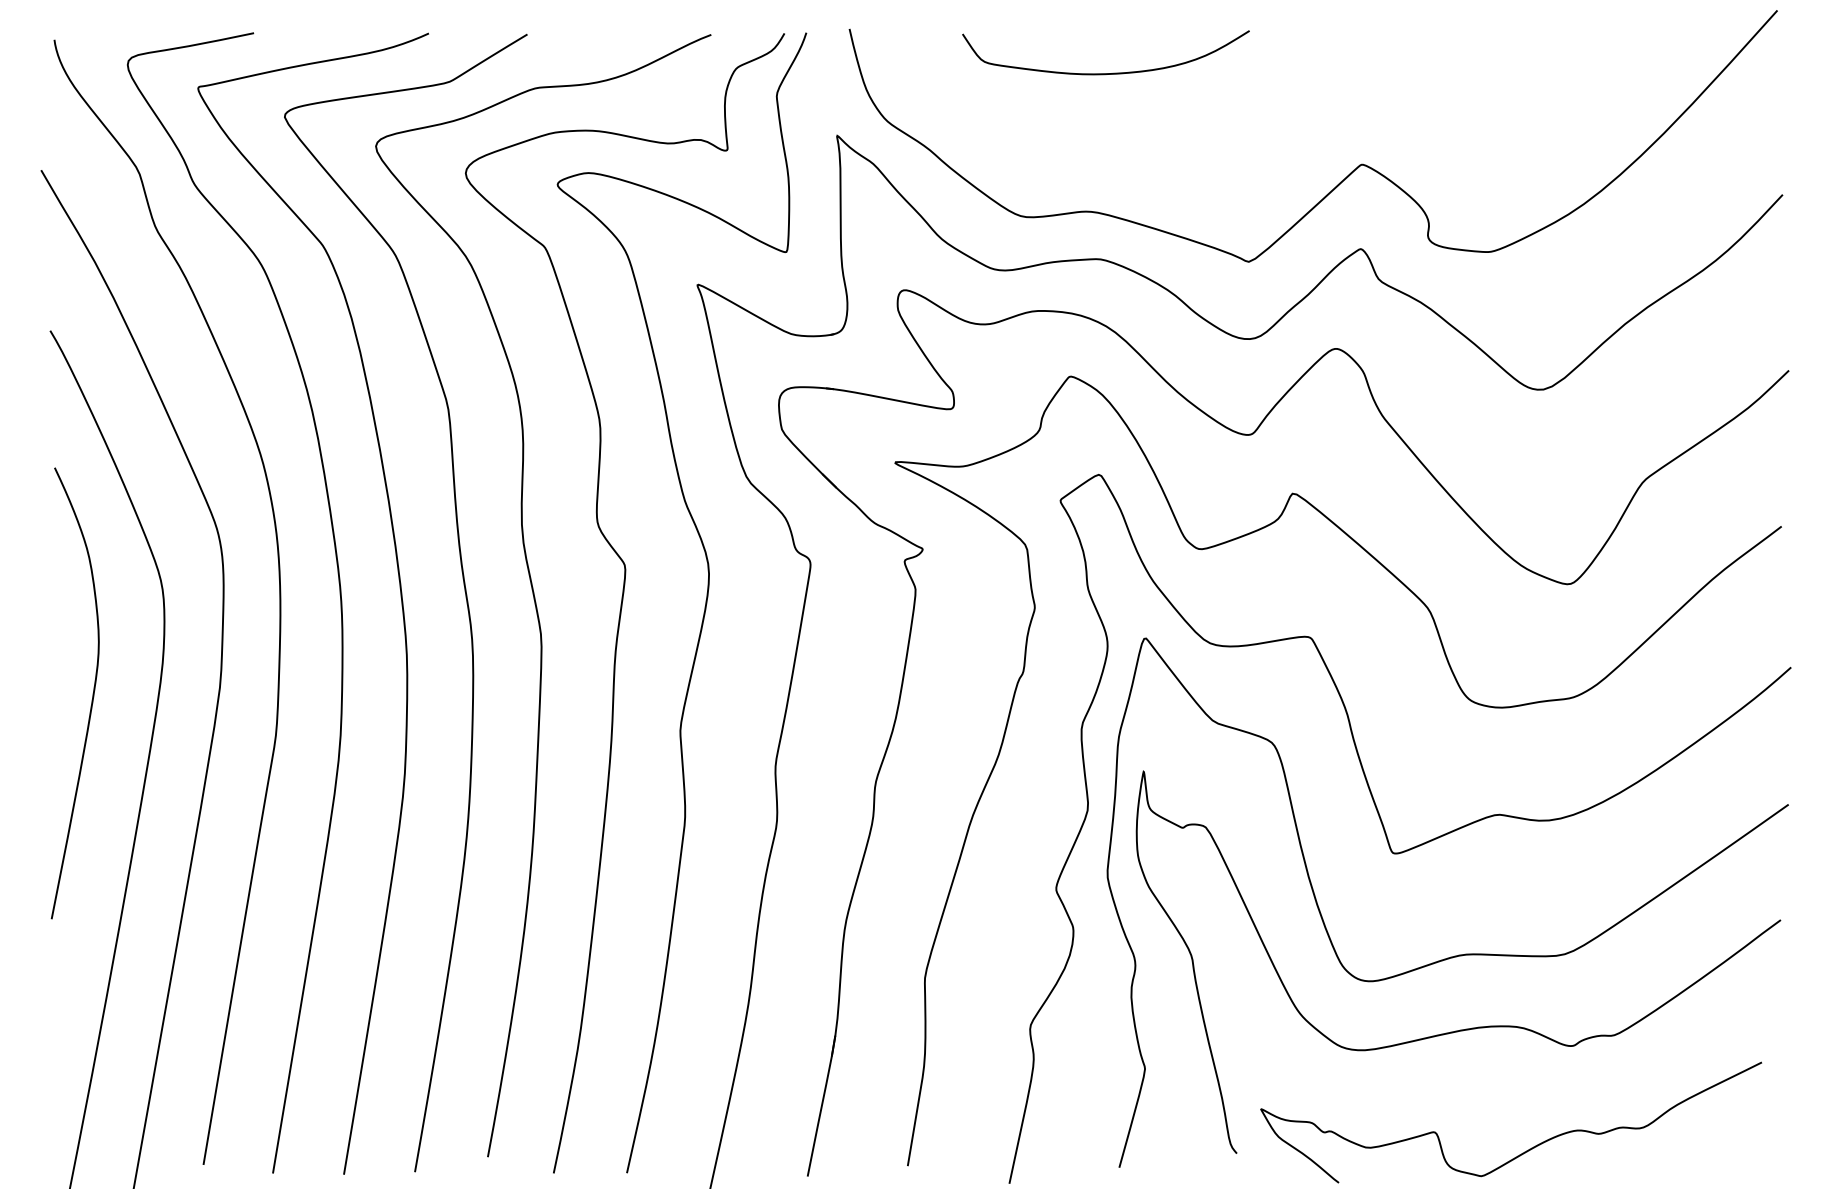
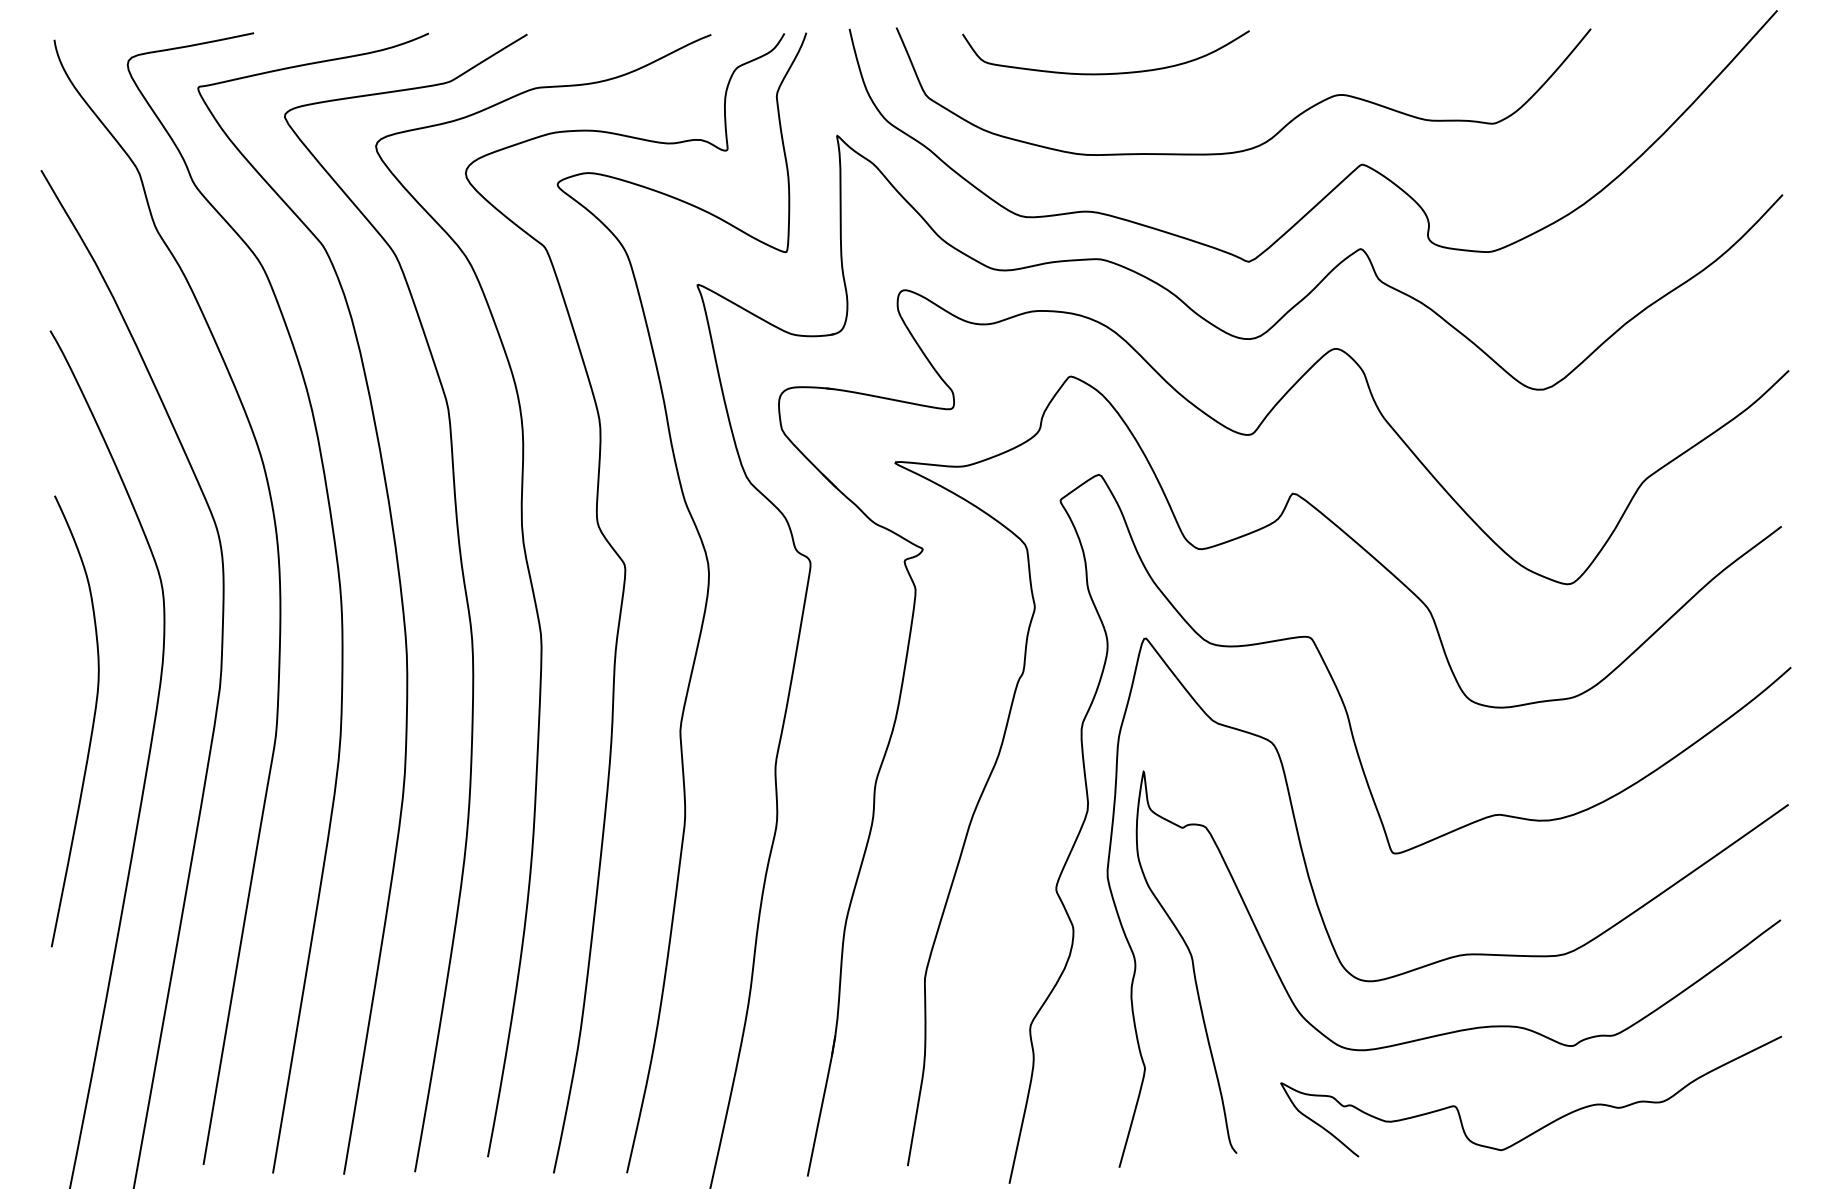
curve at (1275, 133): none -> present
curve at (92, 693) position: (92, 693) -> (92, 721)
curve at (1529, 1148) position: (1529, 1148) -> (1549, 1122)
